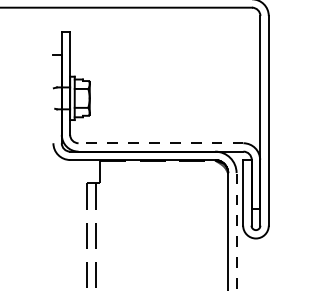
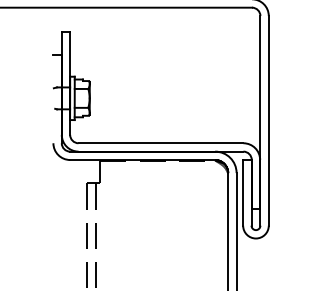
line at (160, 143): dashed -> solid
line at (236, 232): dashed -> solid
